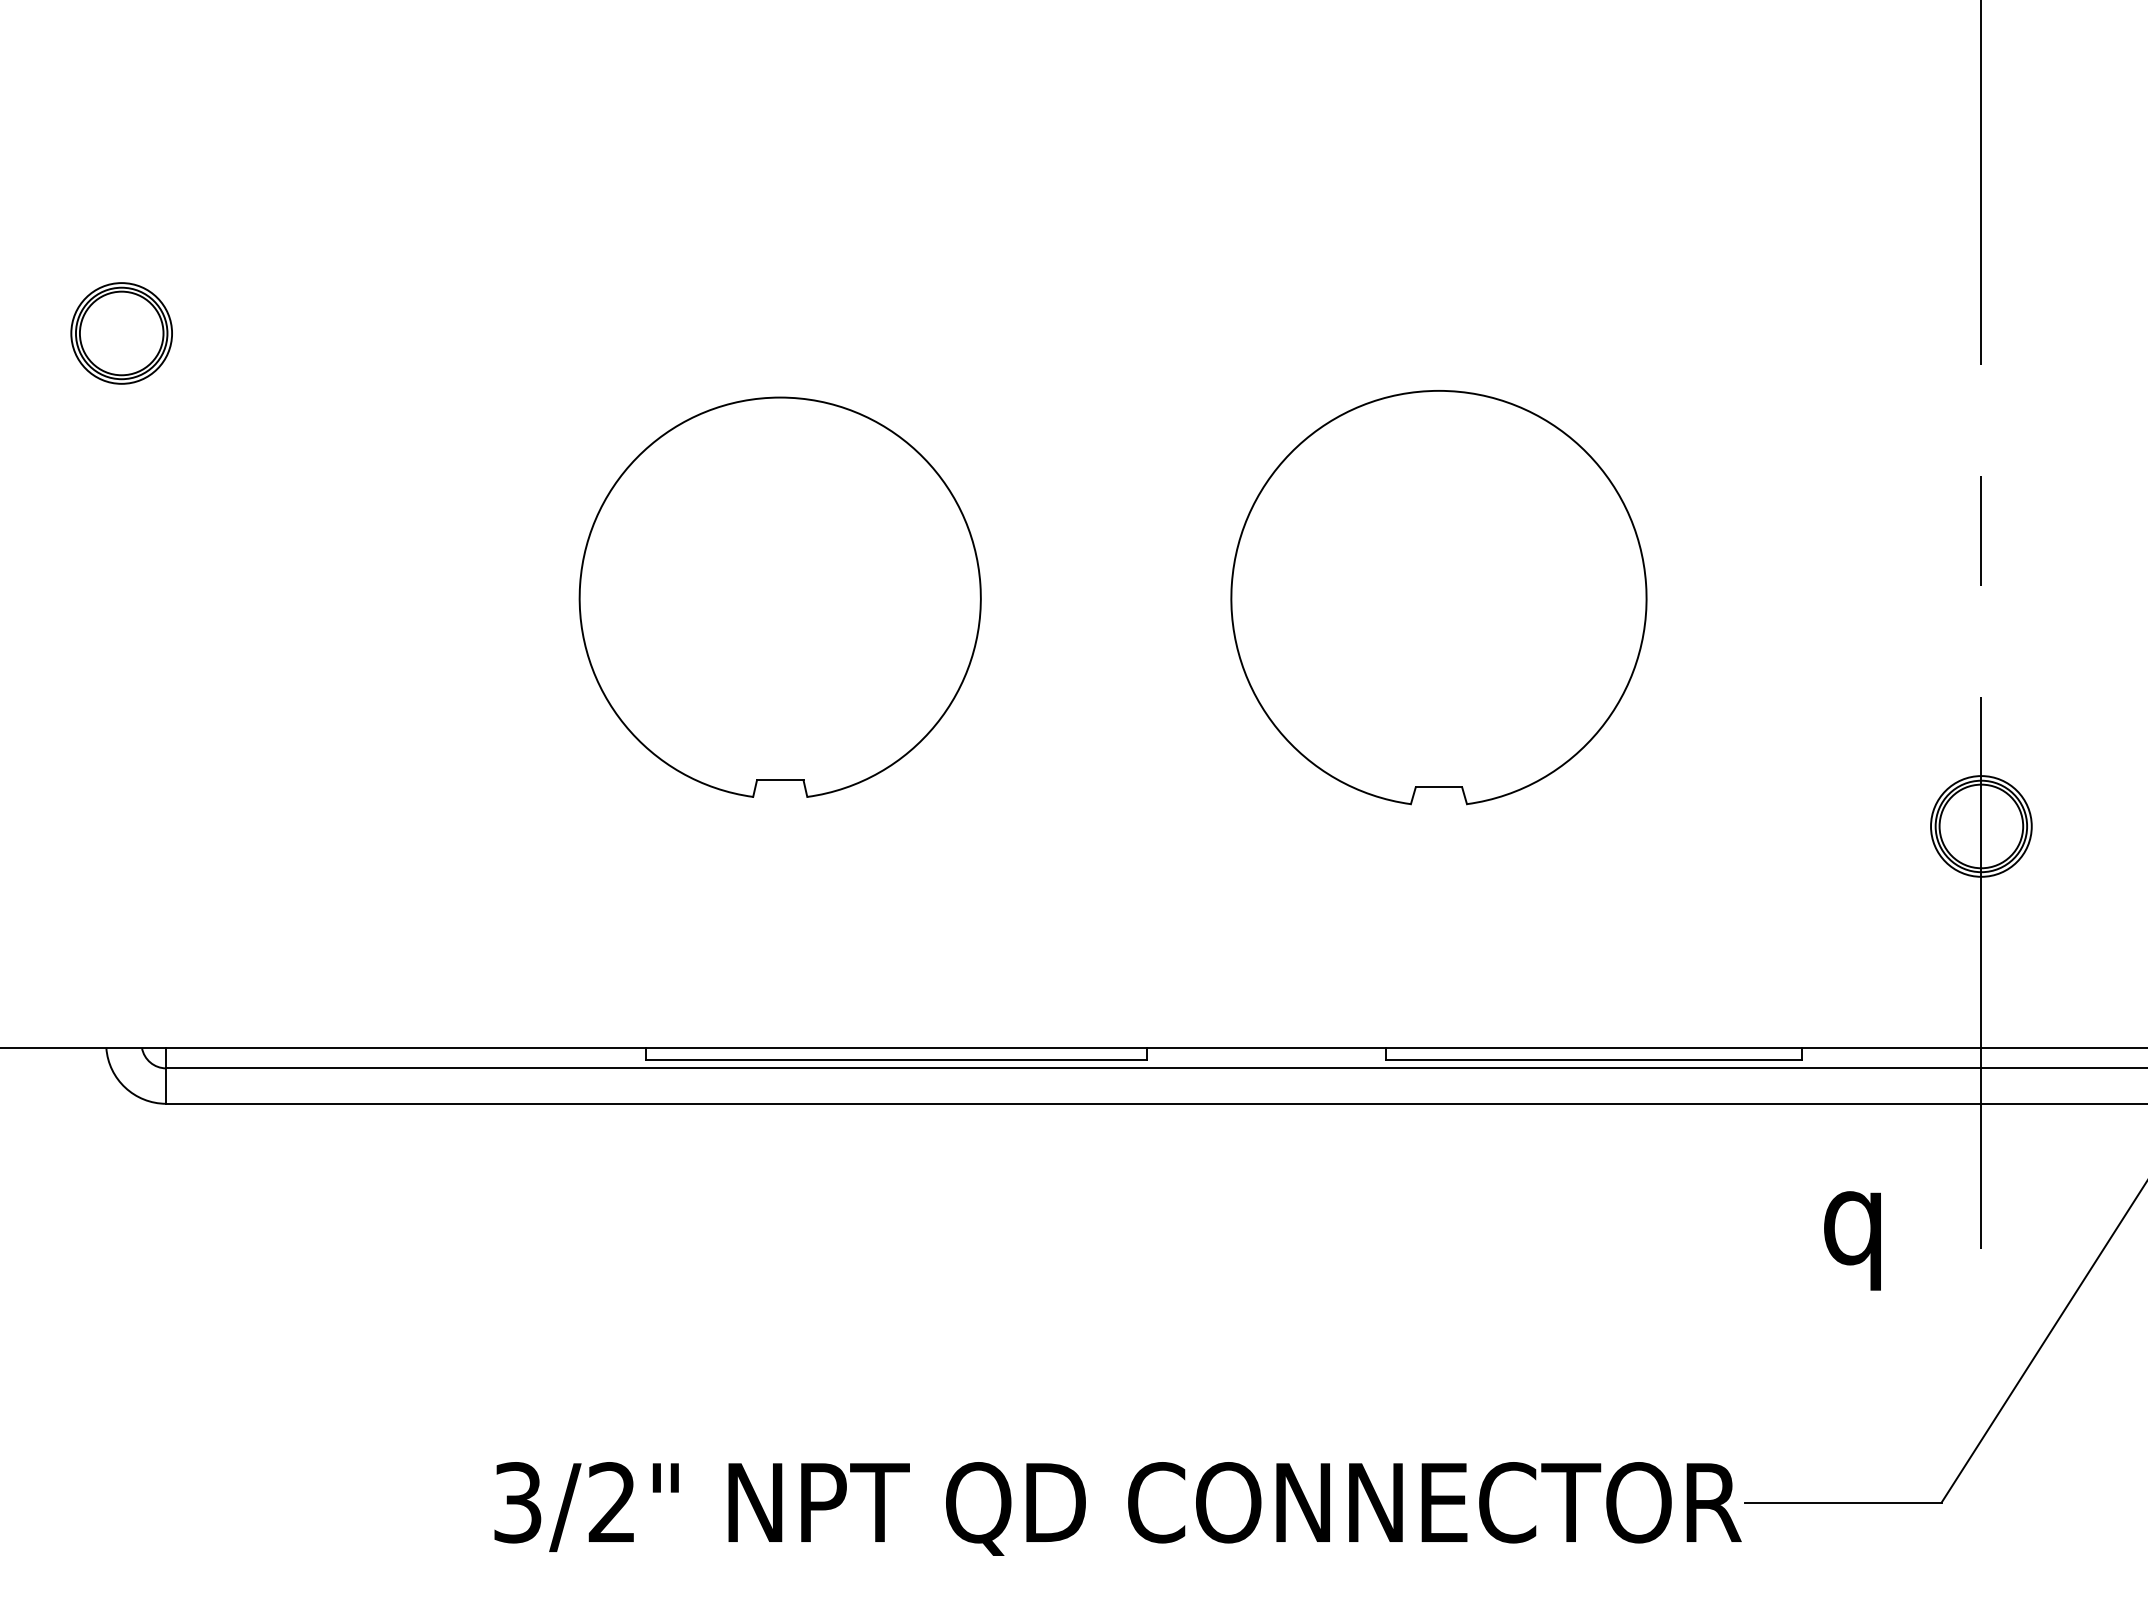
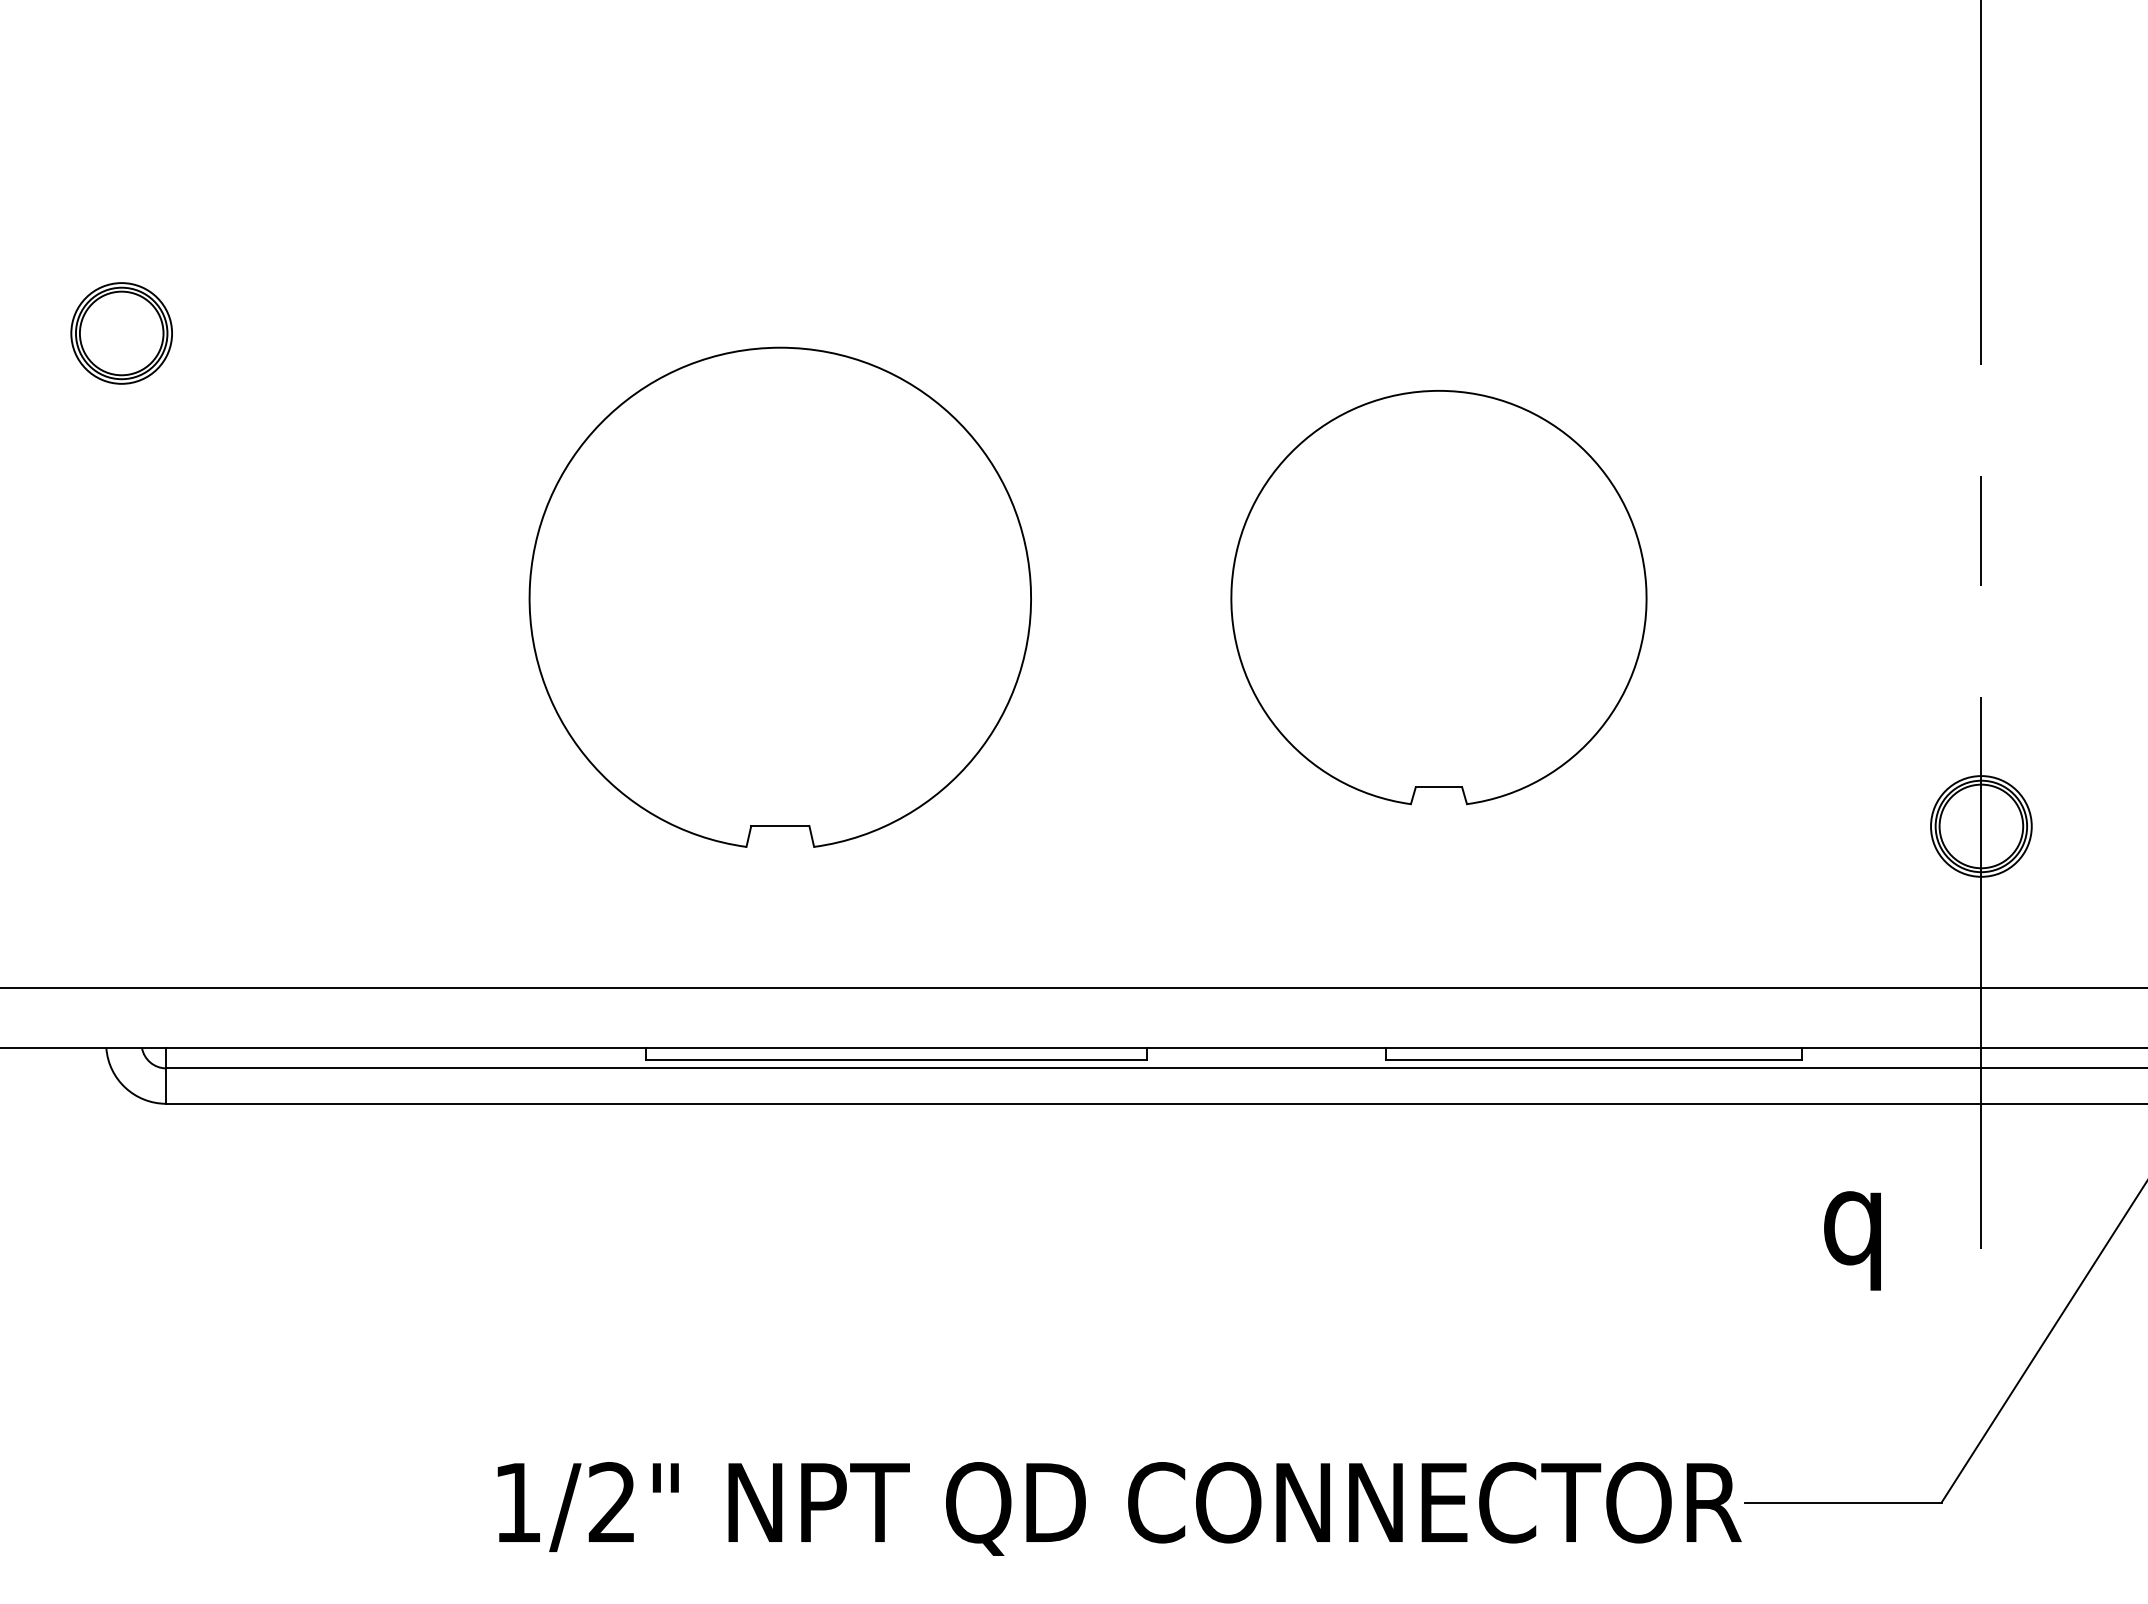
part at (779, 596) size: 404x402 px -> 504x502 px
line at (1073, 987): none -> present
text at (517, 1502): 3/2" -> 1/2"
